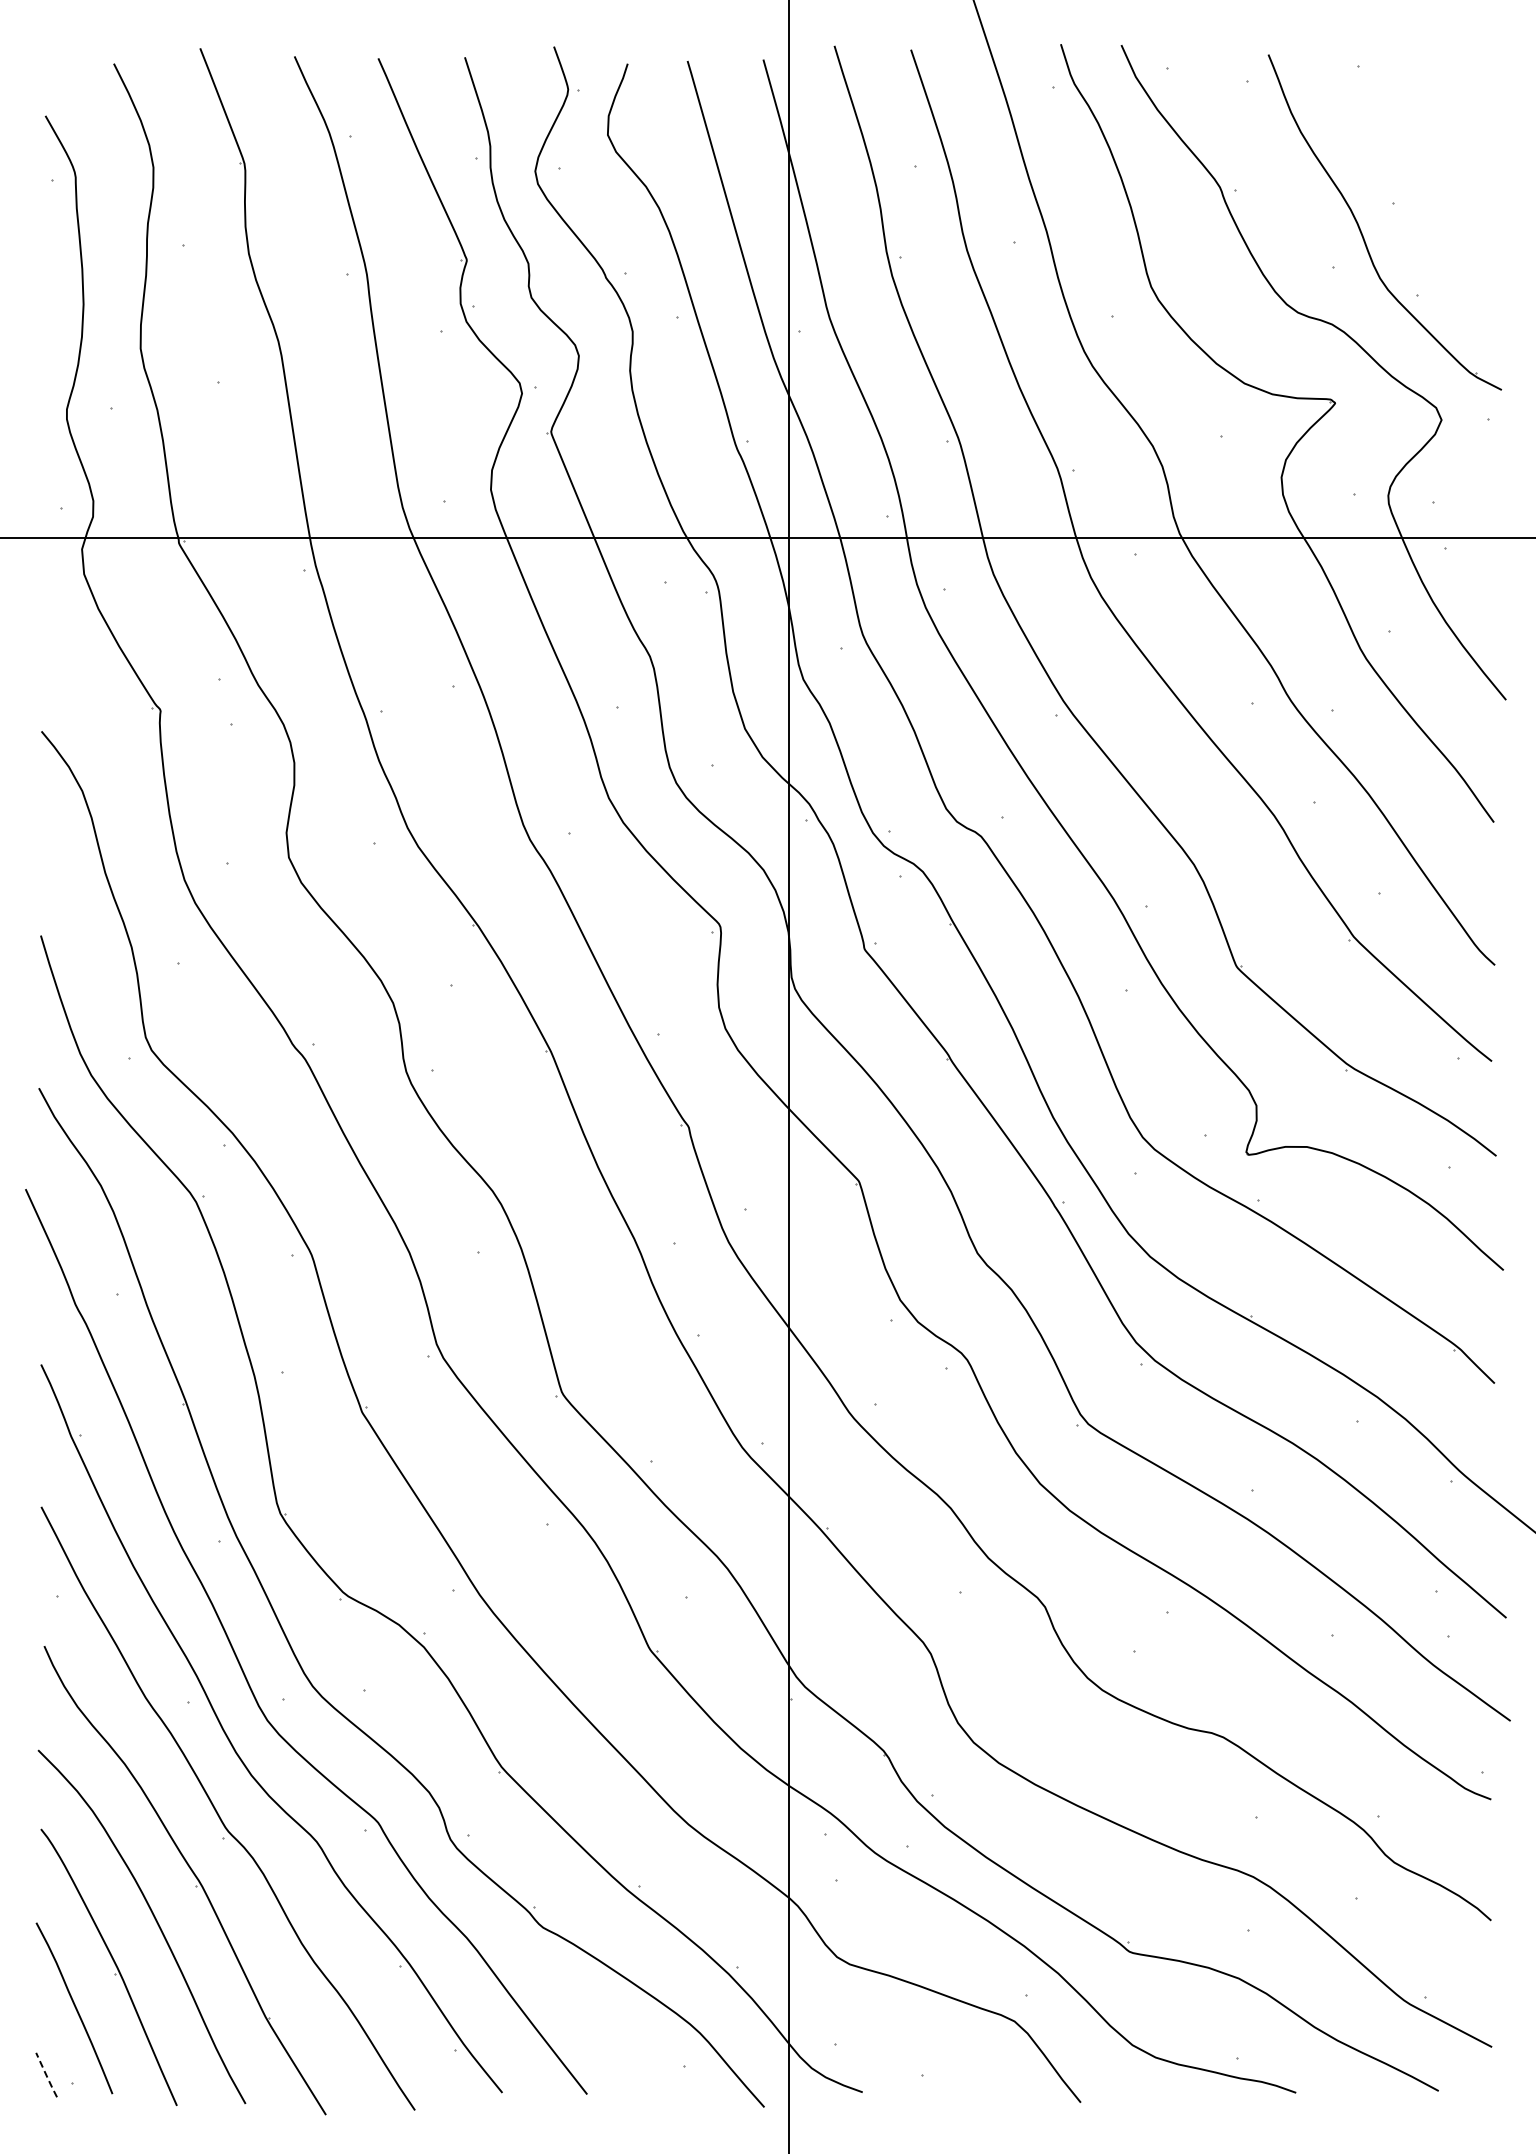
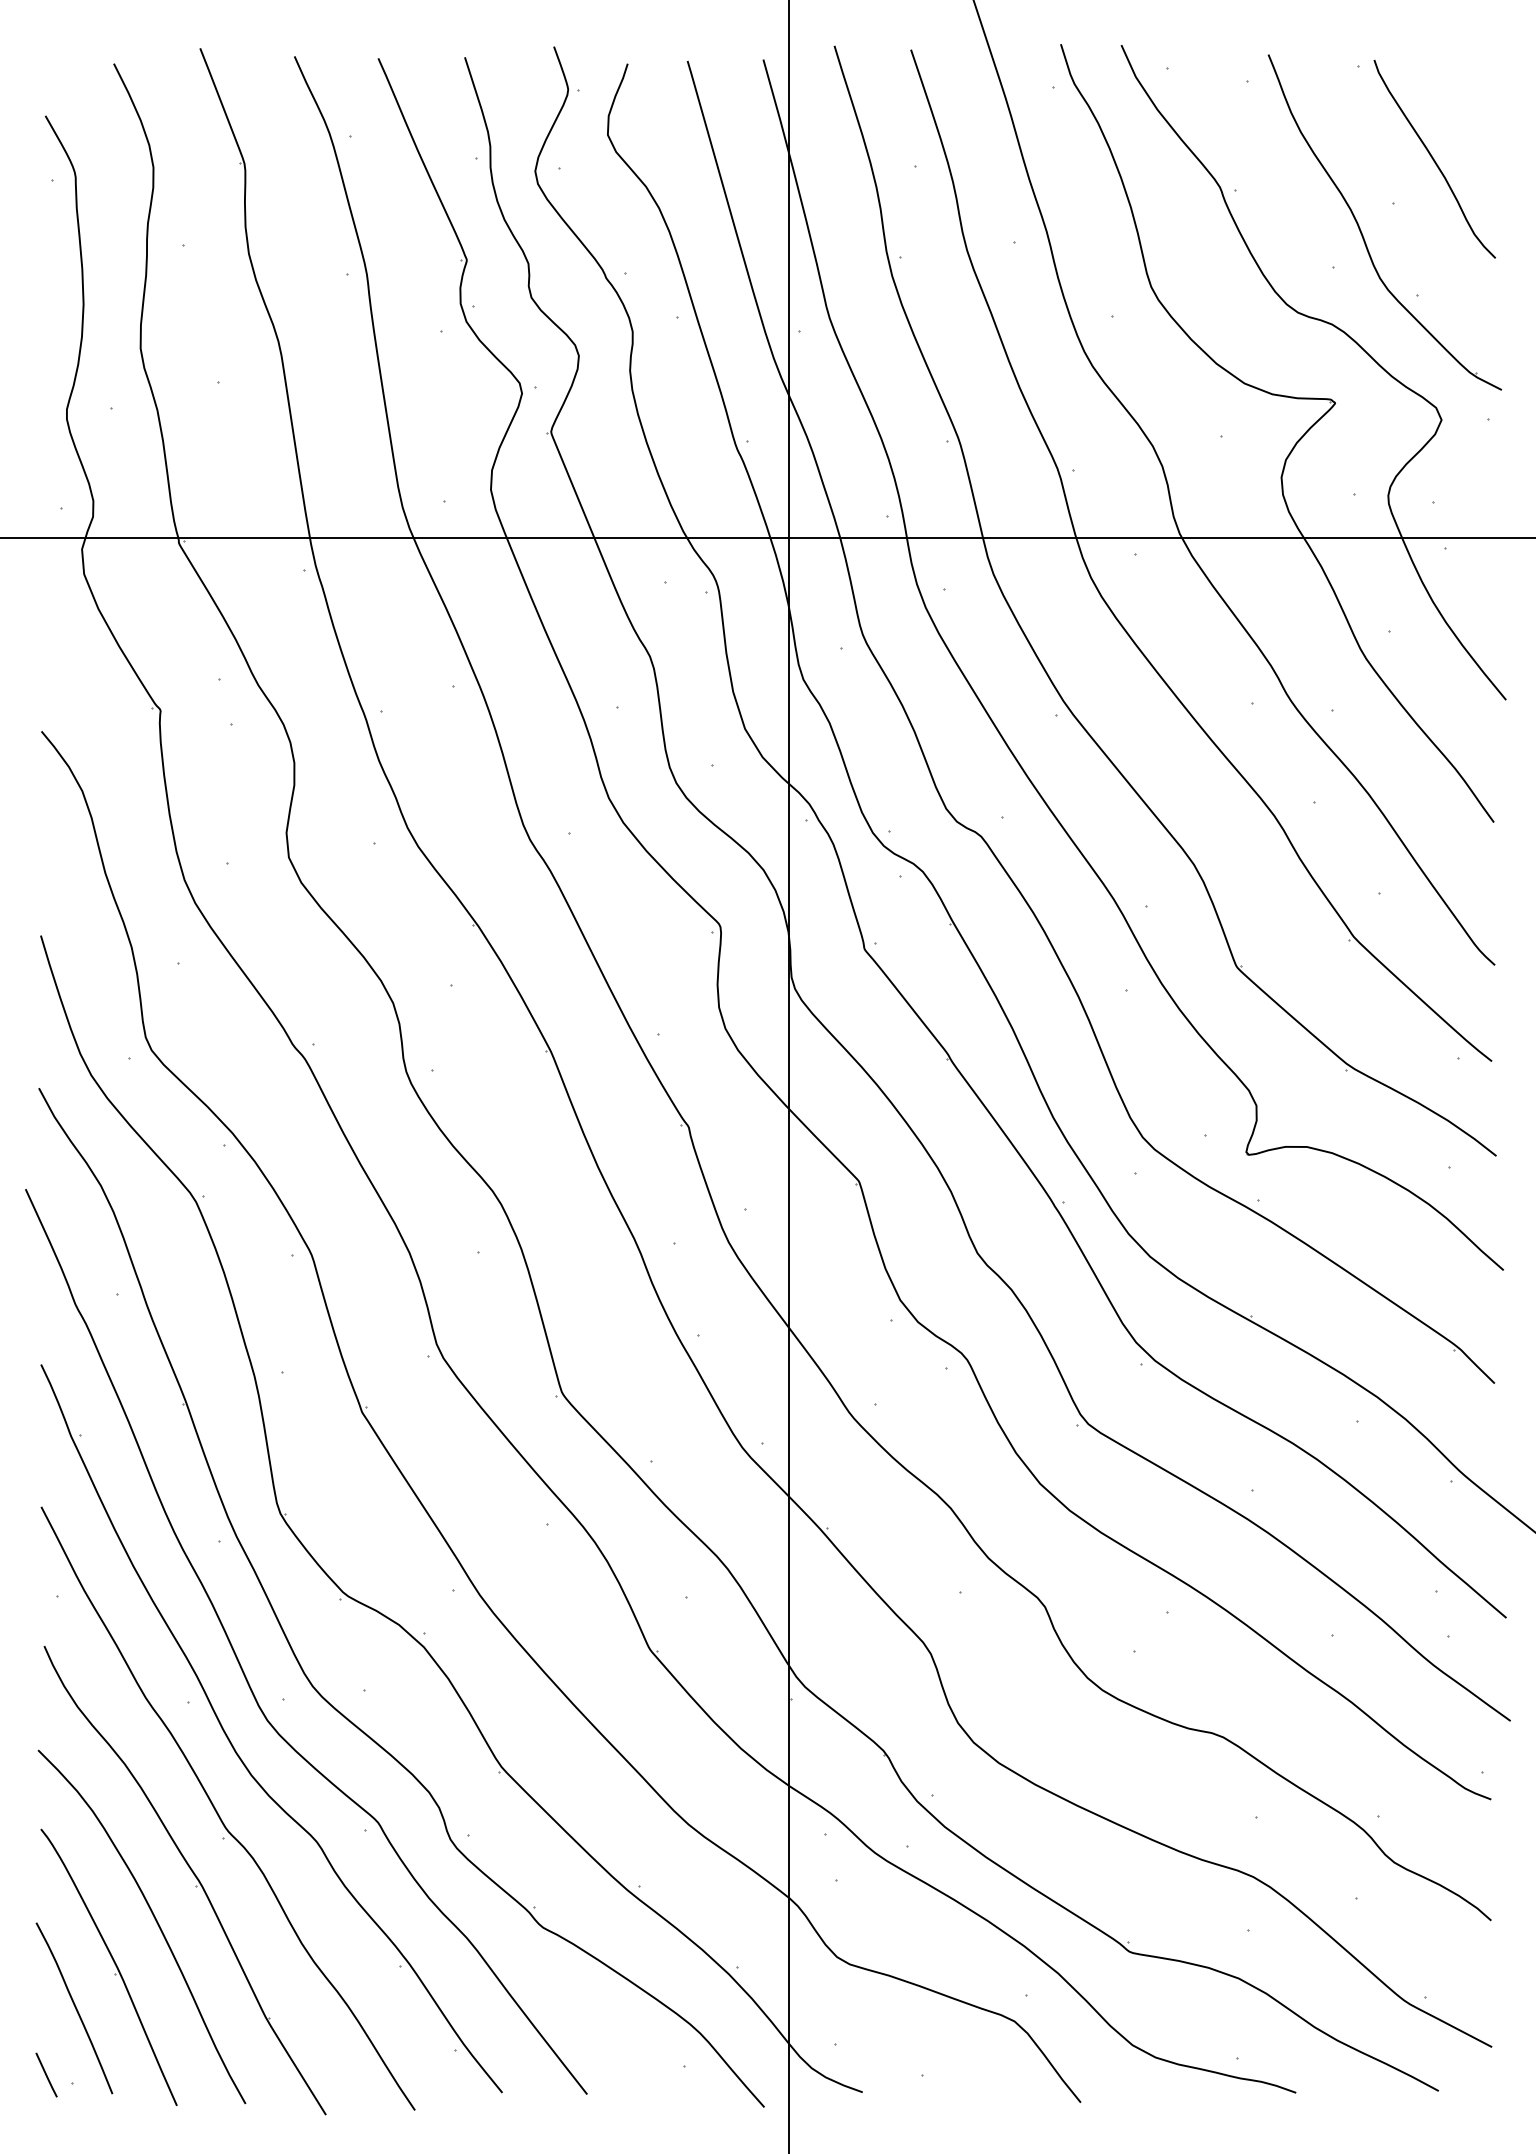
curve at (1434, 159): none -> present
line at (46, 2076): dashed -> solid
